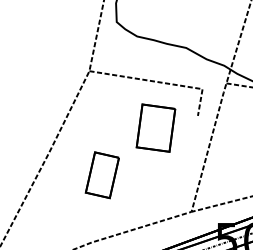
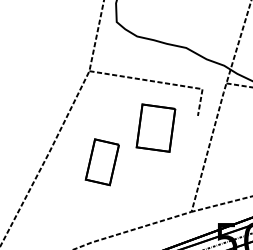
part at (101, 175) position: (101, 175) -> (101, 162)
